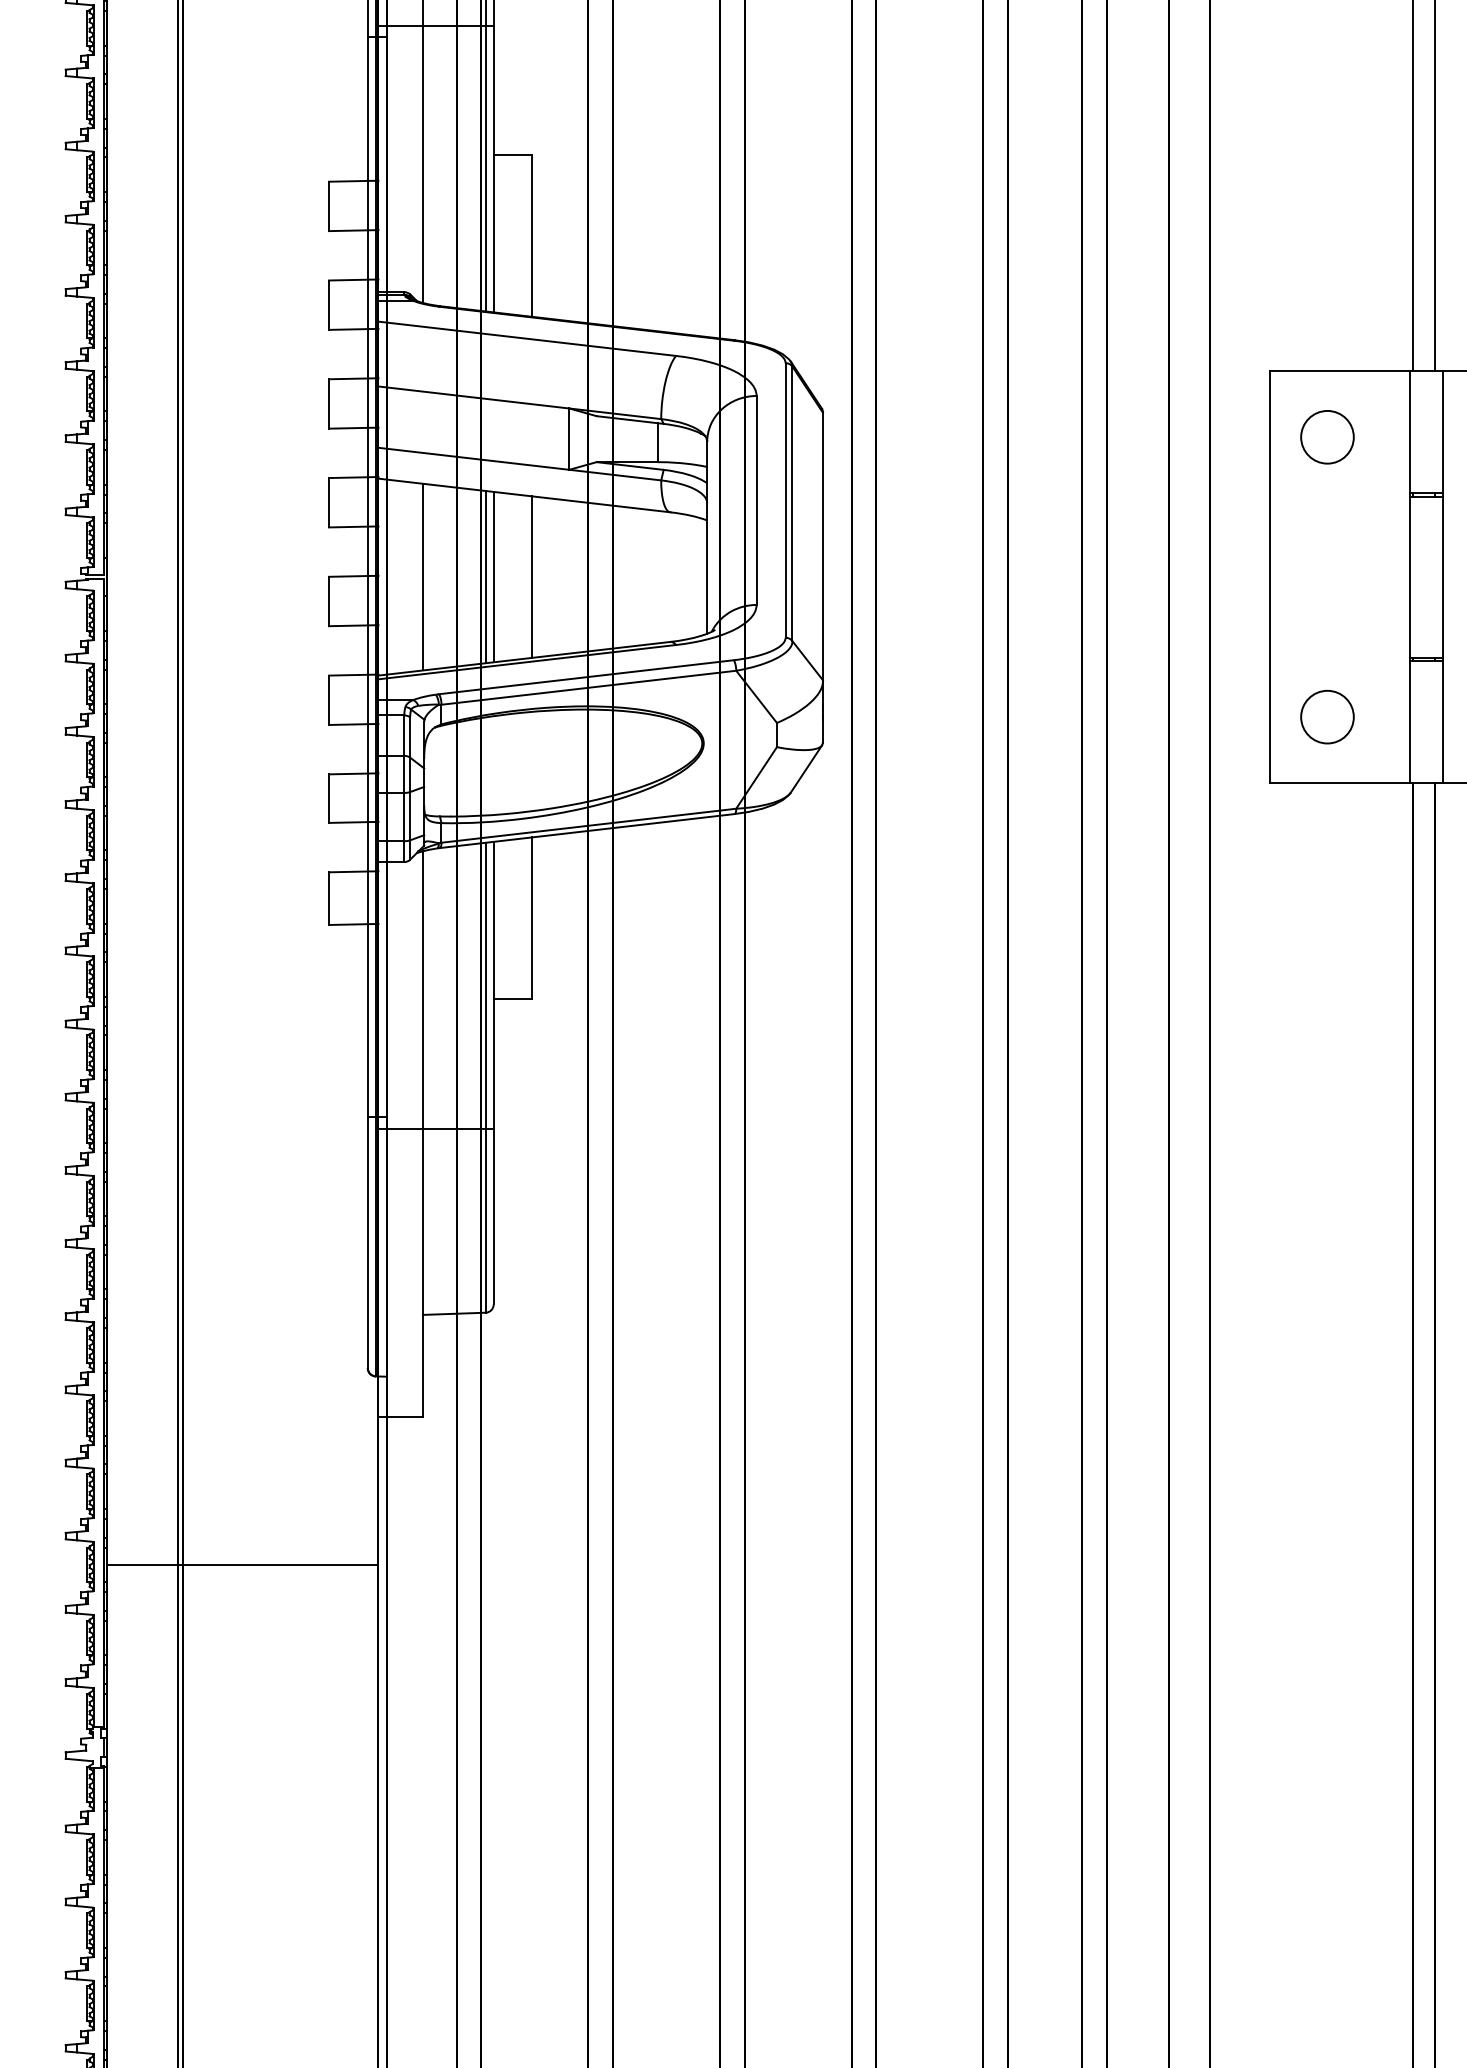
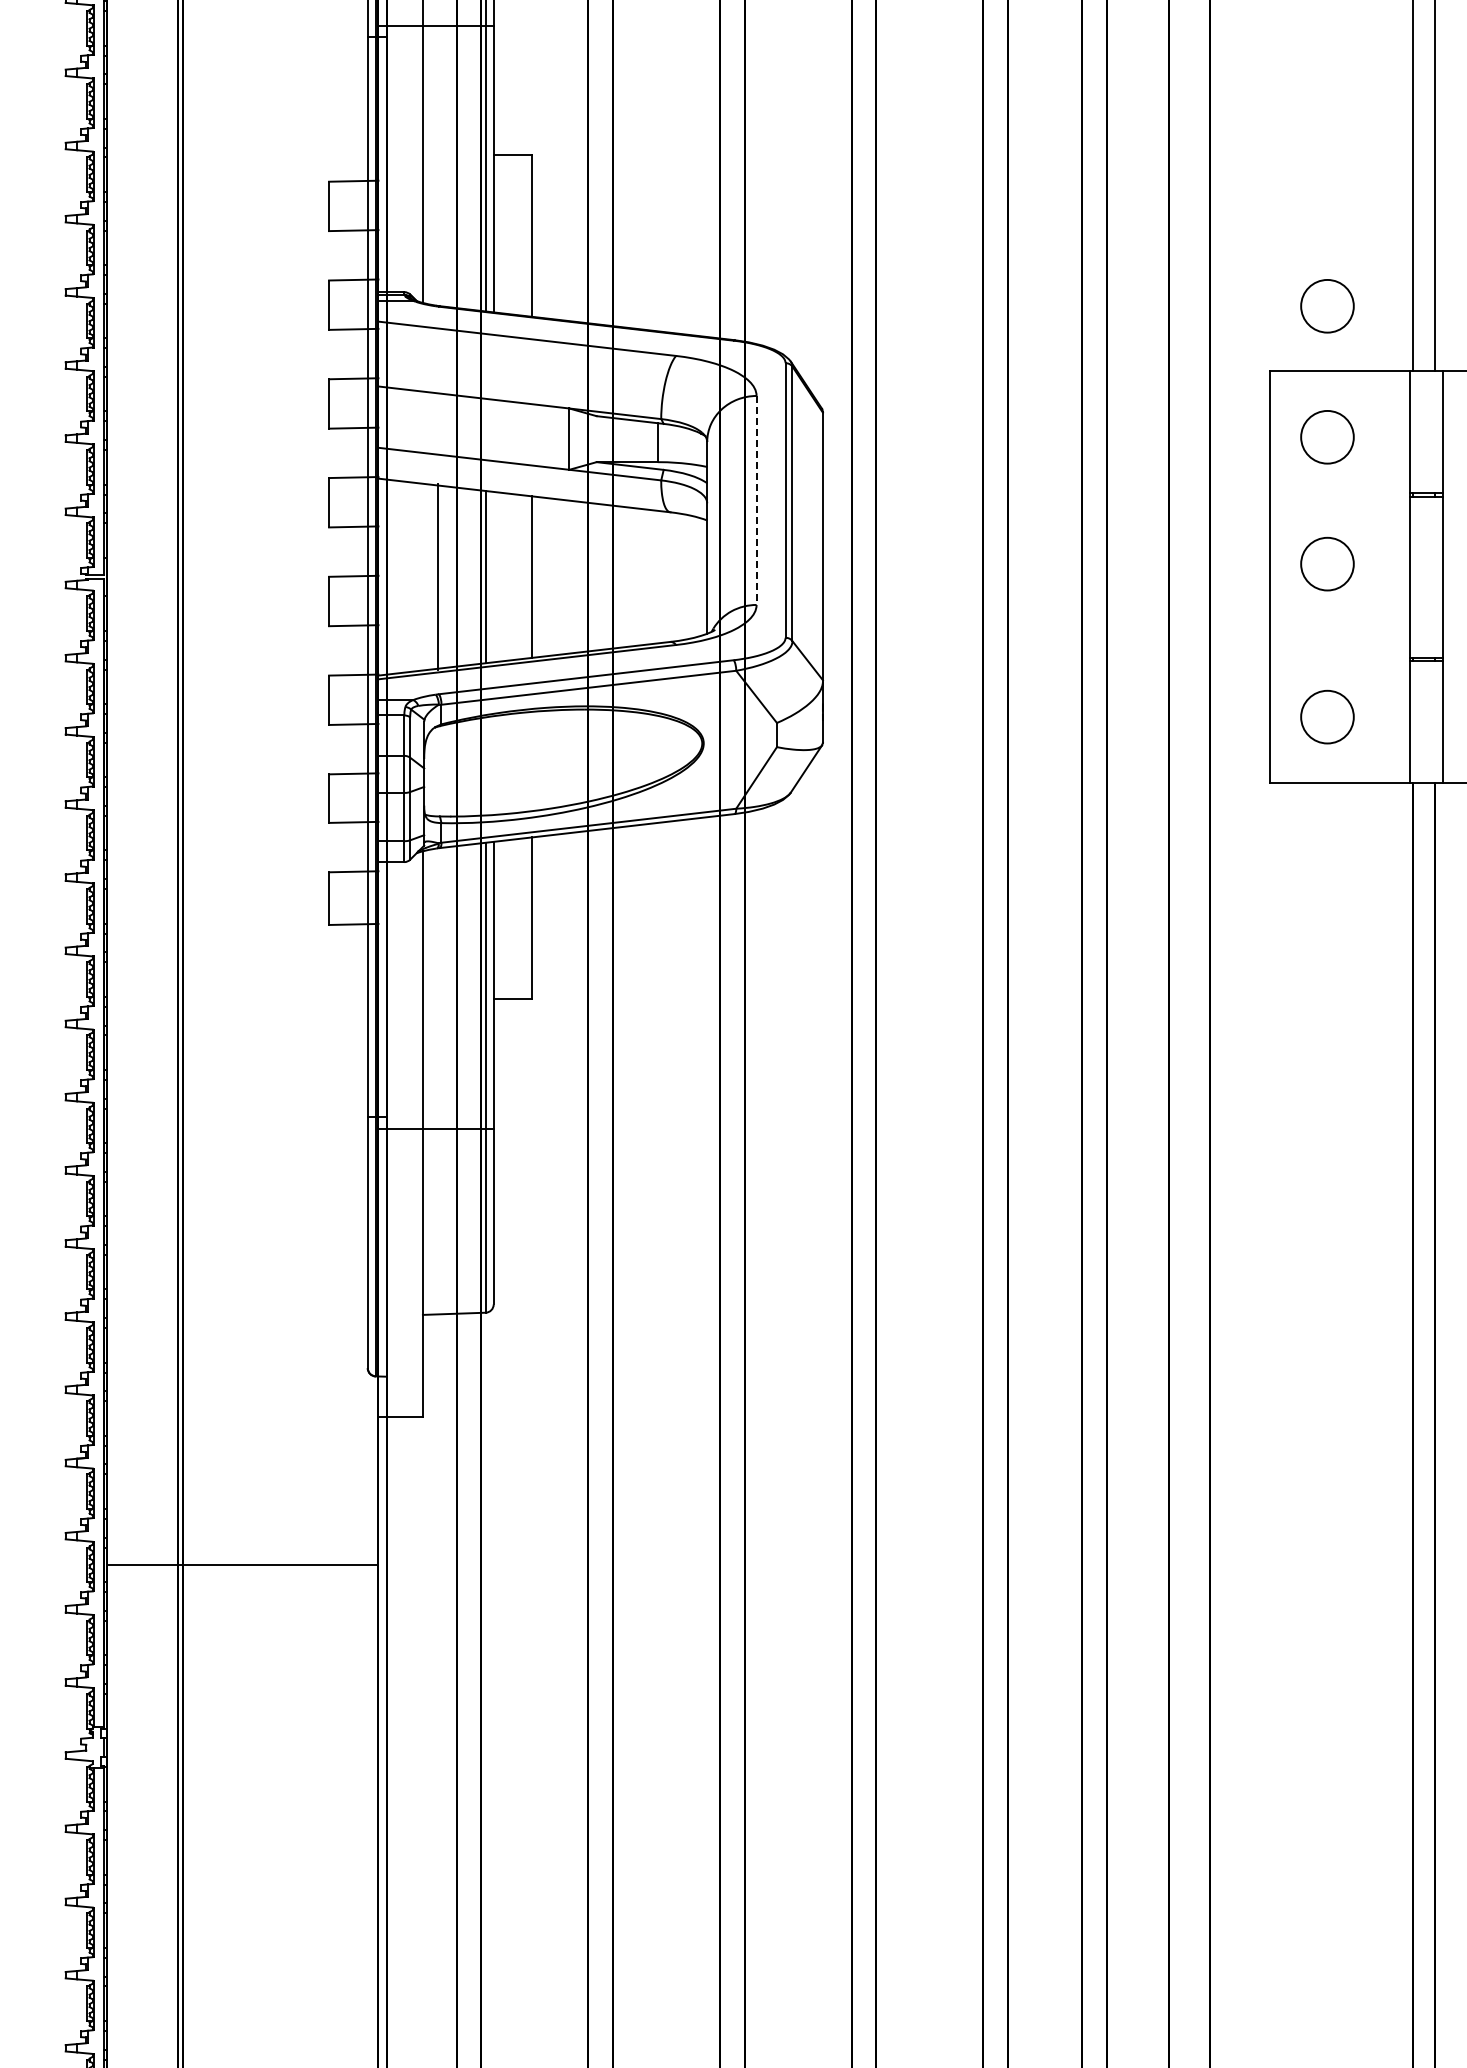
circle at (1327, 306): none -> present
line at (756, 500): solid -> dashed
circle at (1327, 563): none -> present
line at (422, 576) position: (422, 576) -> (437, 576)
line at (493, 576): present -> none
